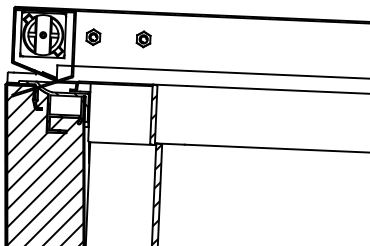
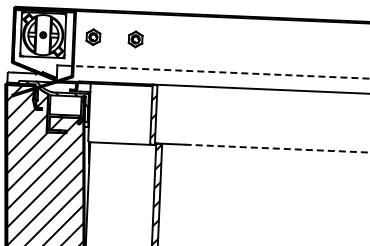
part at (143, 39) position: (143, 39) -> (135, 39)
line at (221, 72): solid -> dashed
line at (277, 148): solid -> dashed
